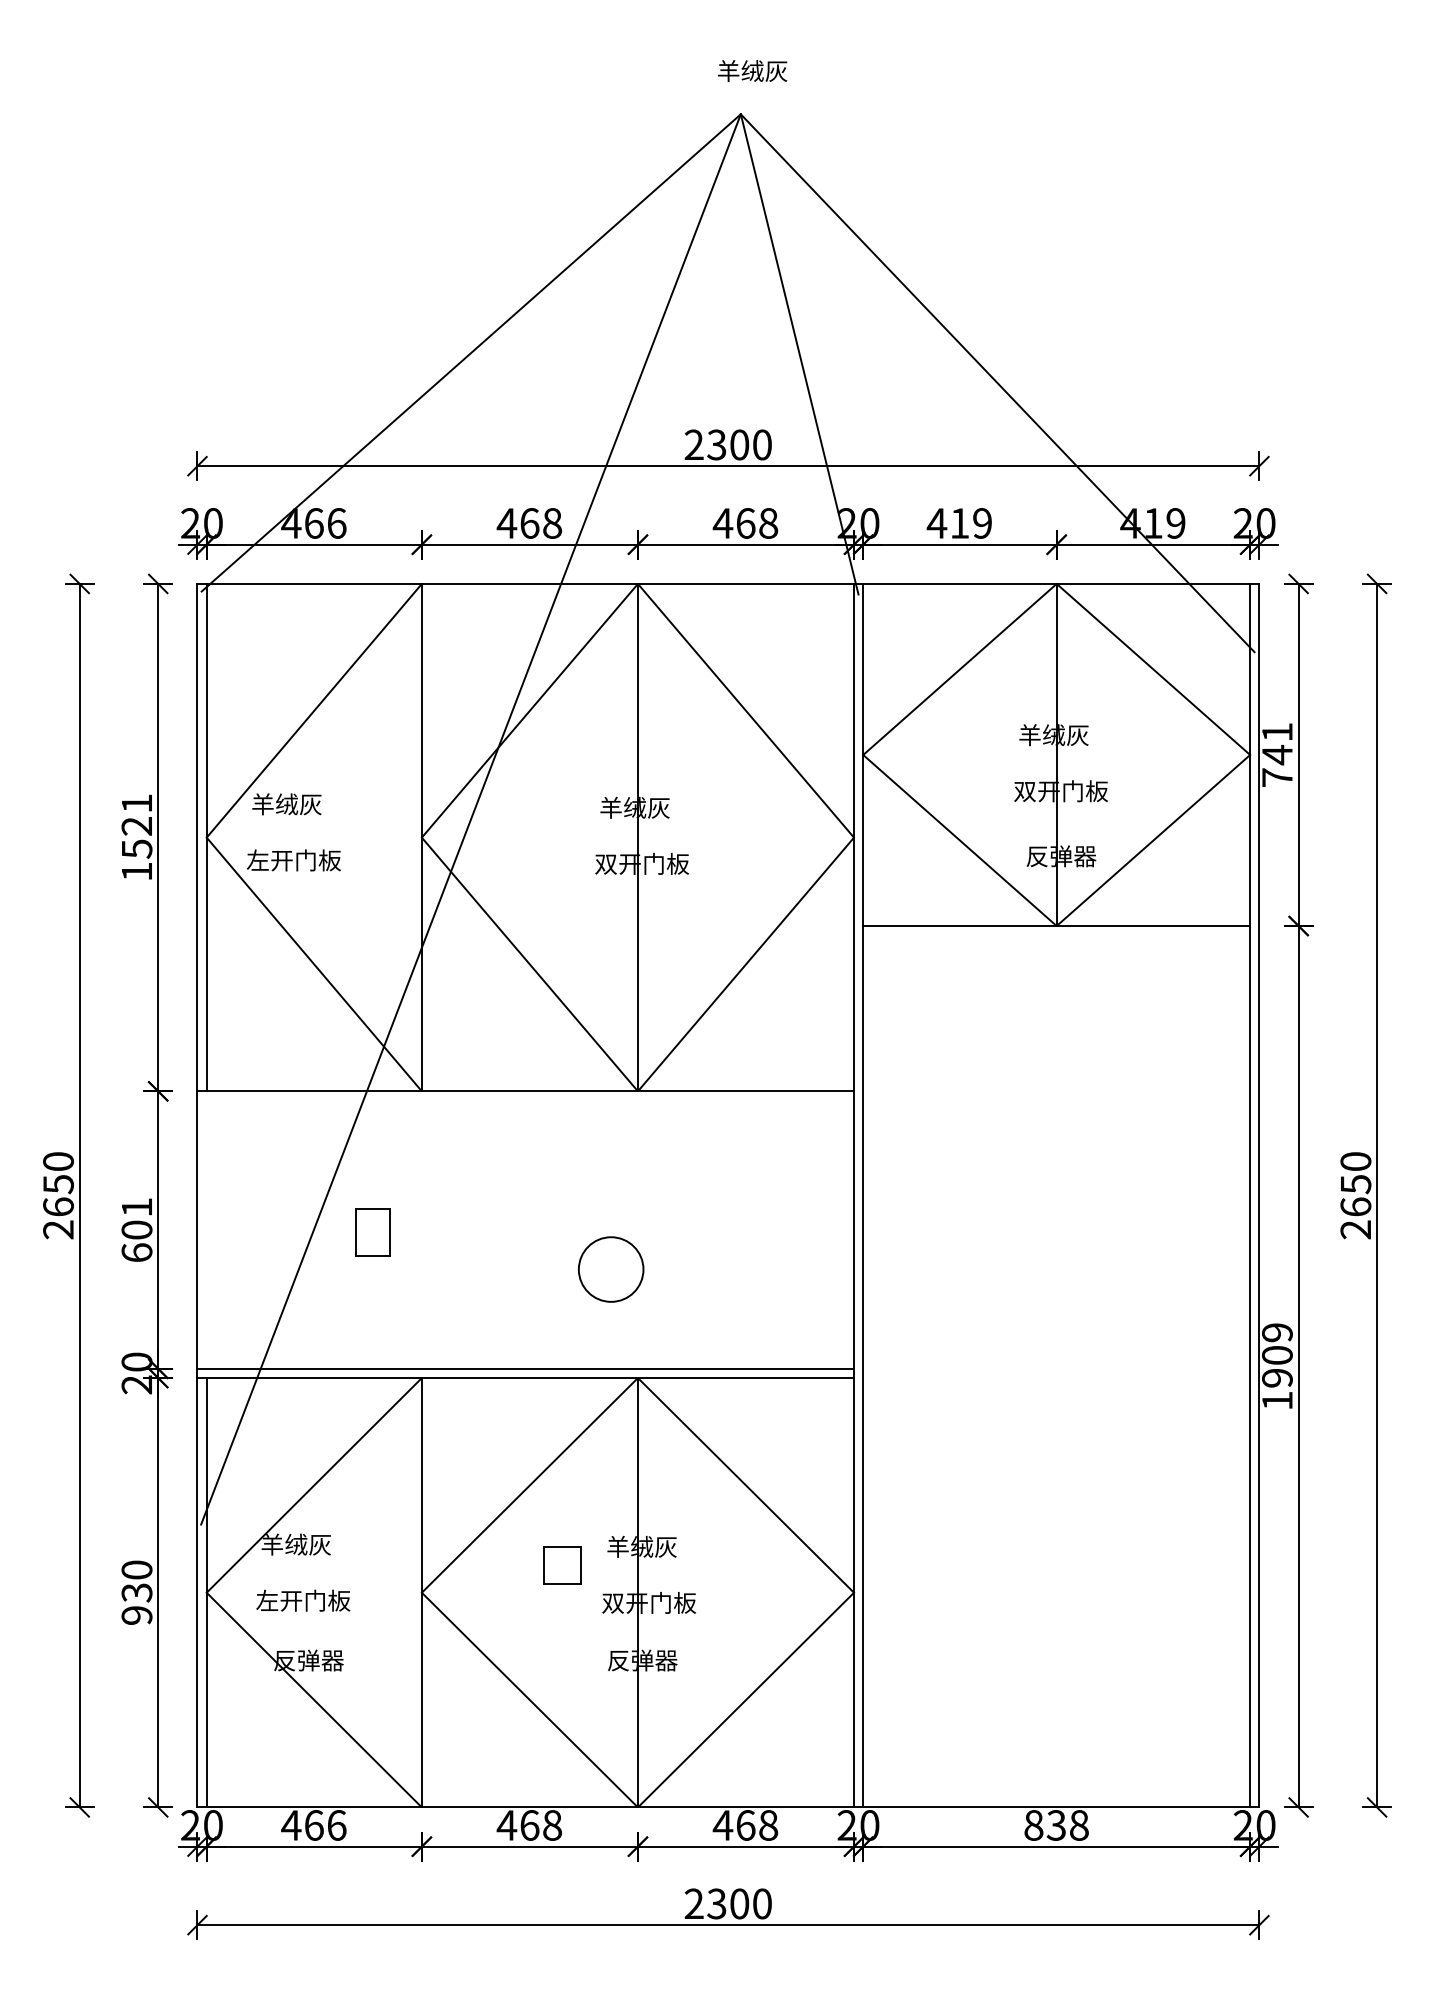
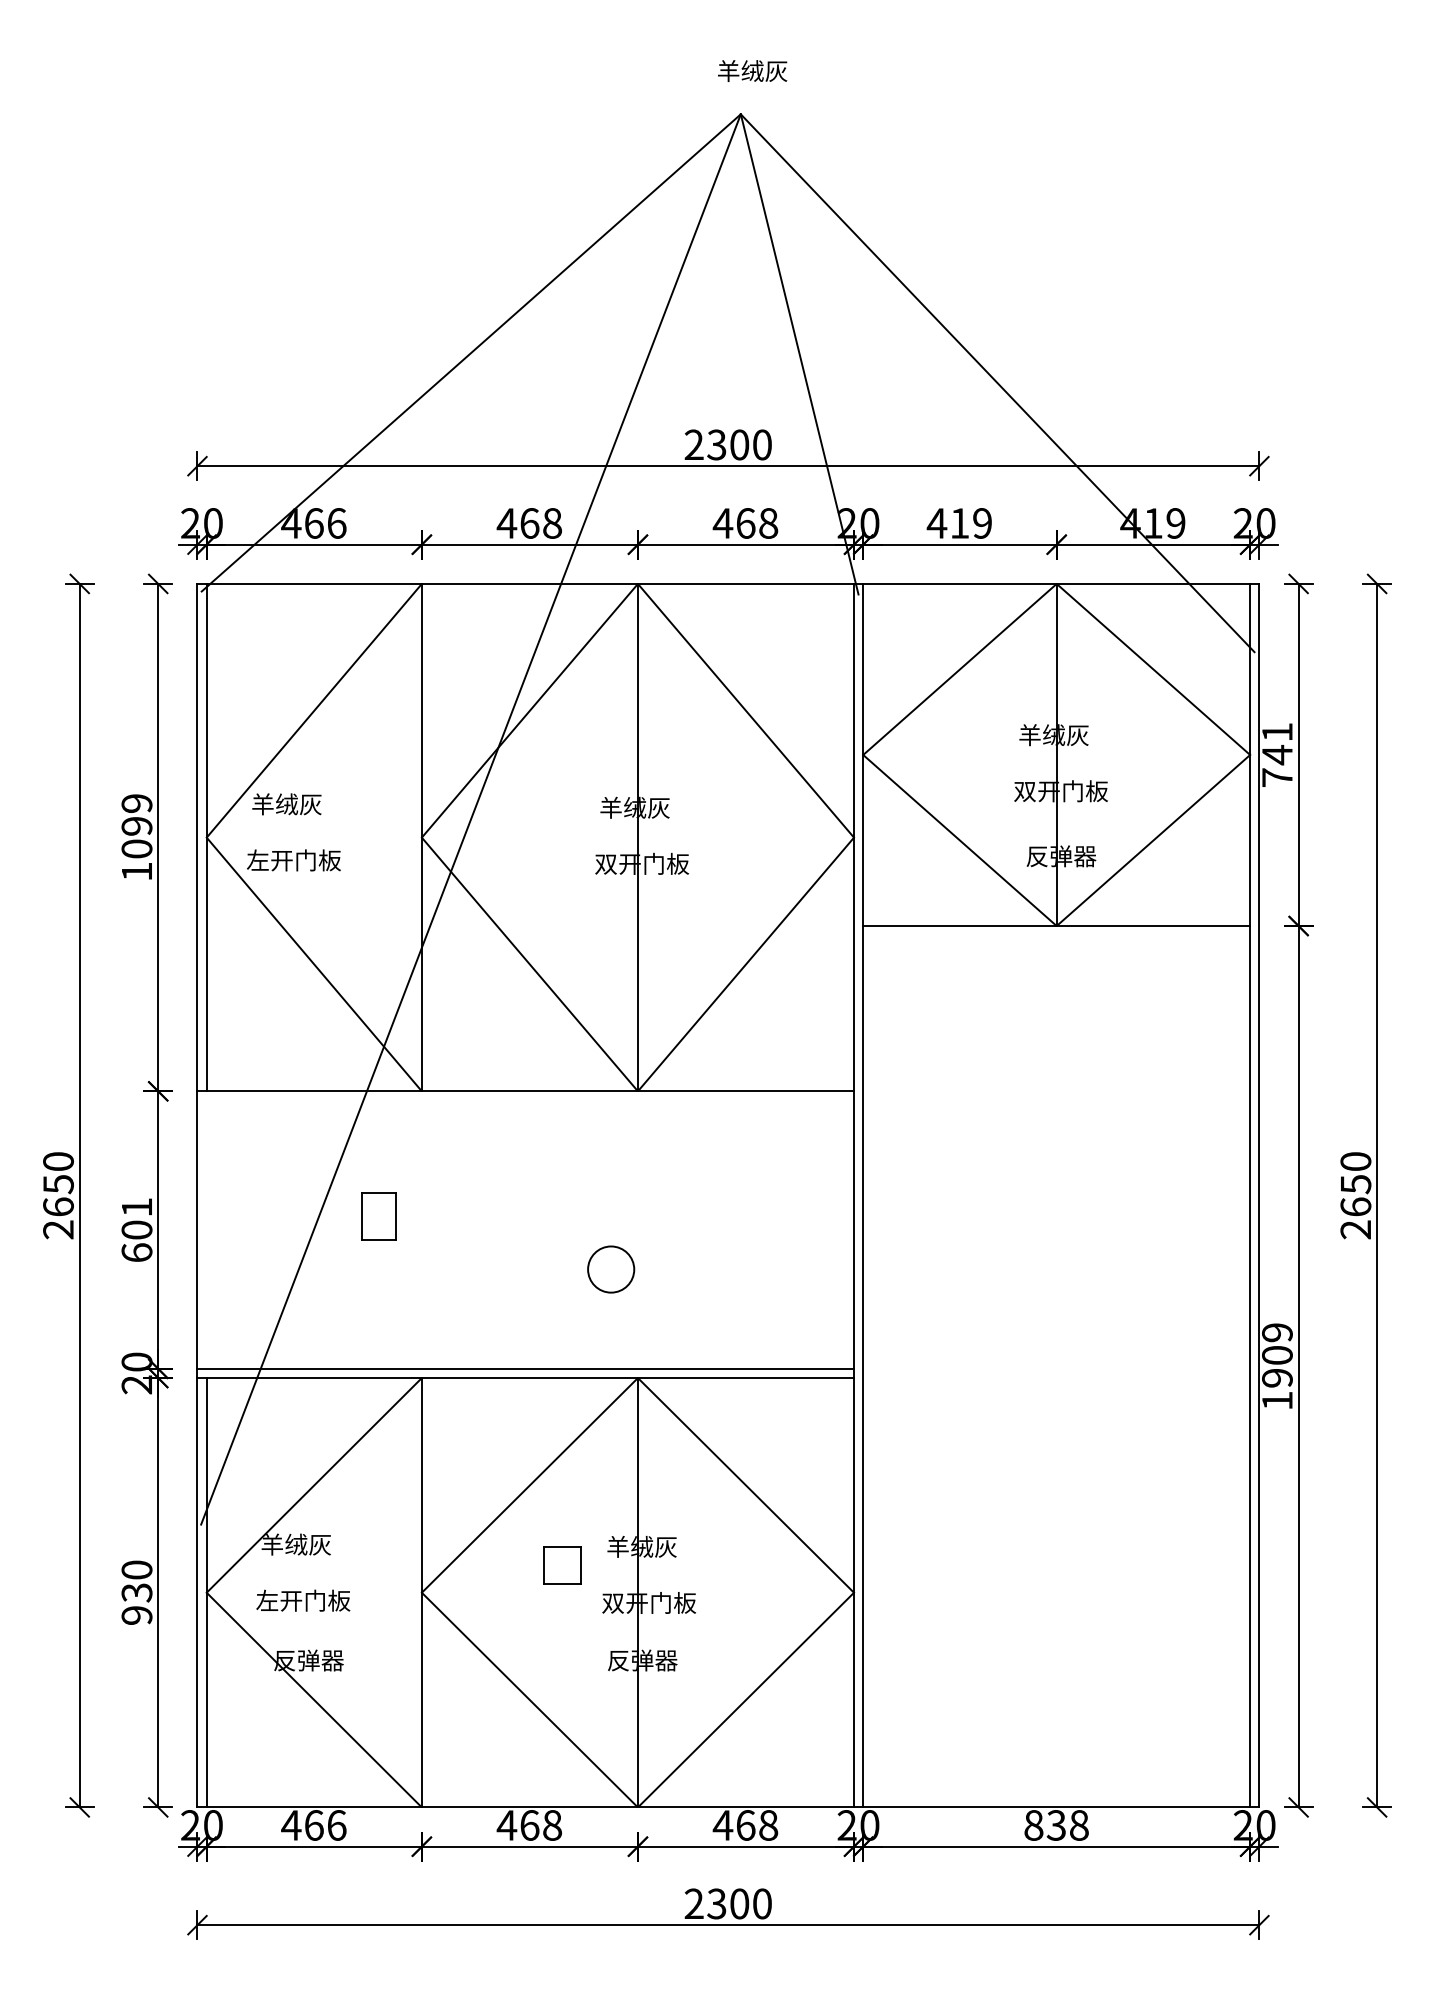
text at (136, 826): 1521 -> 1099
part at (372, 1232) position: (372, 1232) -> (378, 1216)
circle at (610, 1269) diameter: 65 px -> 46 px
